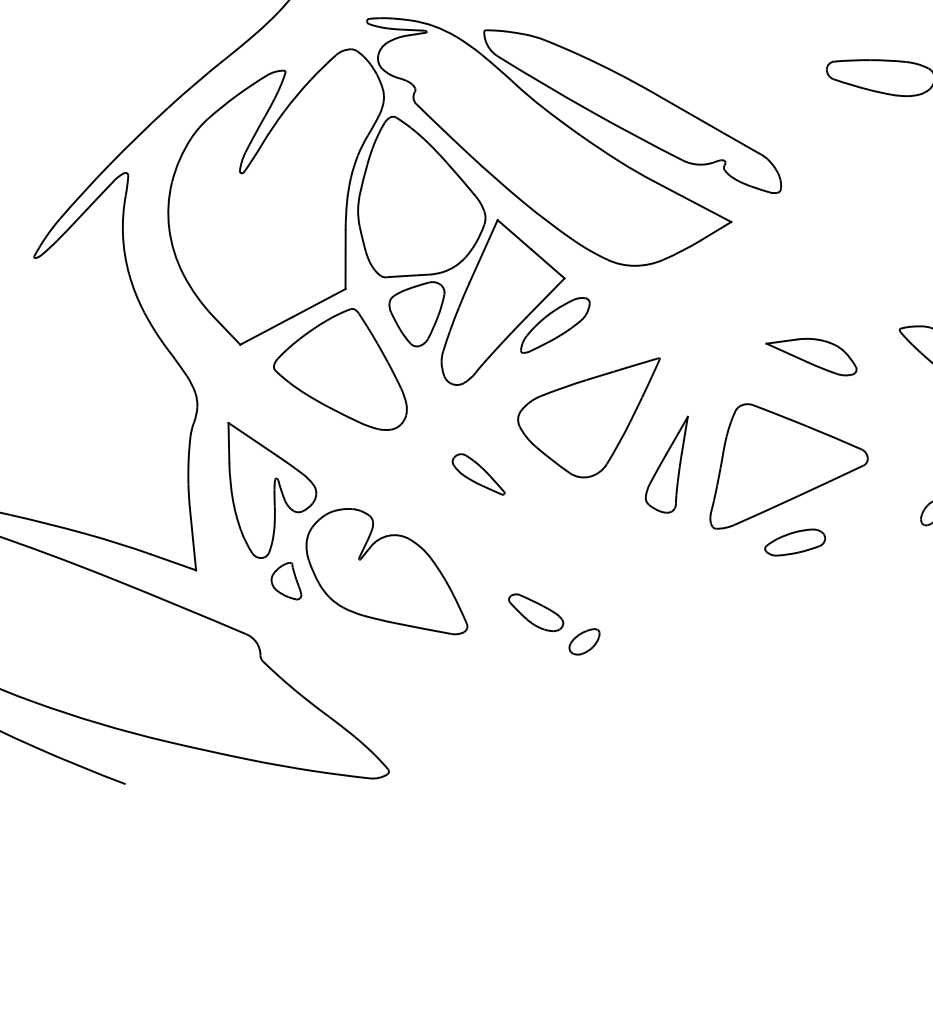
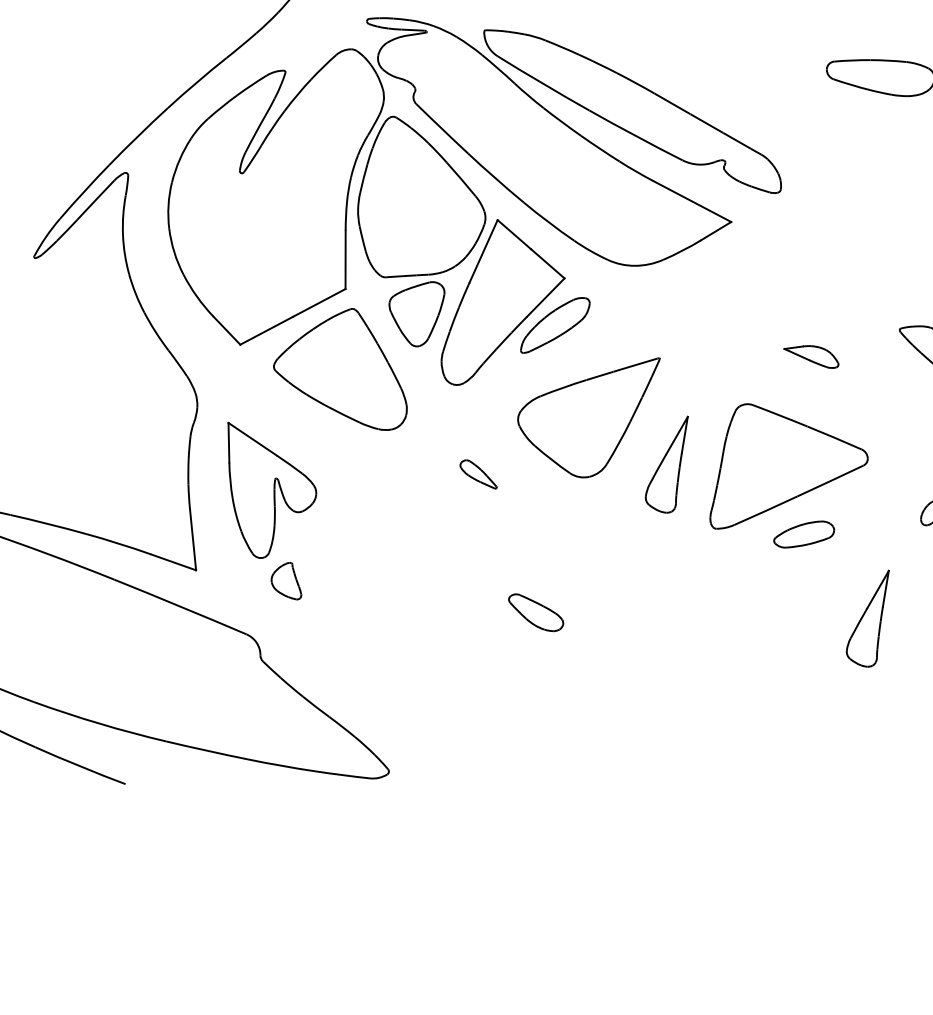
part at (811, 356) size: 93x40 px -> 57x24 px
part at (478, 474) size: 55x43 px -> 39x31 px
part at (795, 542) position: (795, 542) -> (804, 534)
part at (386, 571): present -> none
part at (867, 618): none -> present
part at (584, 641): present -> none
